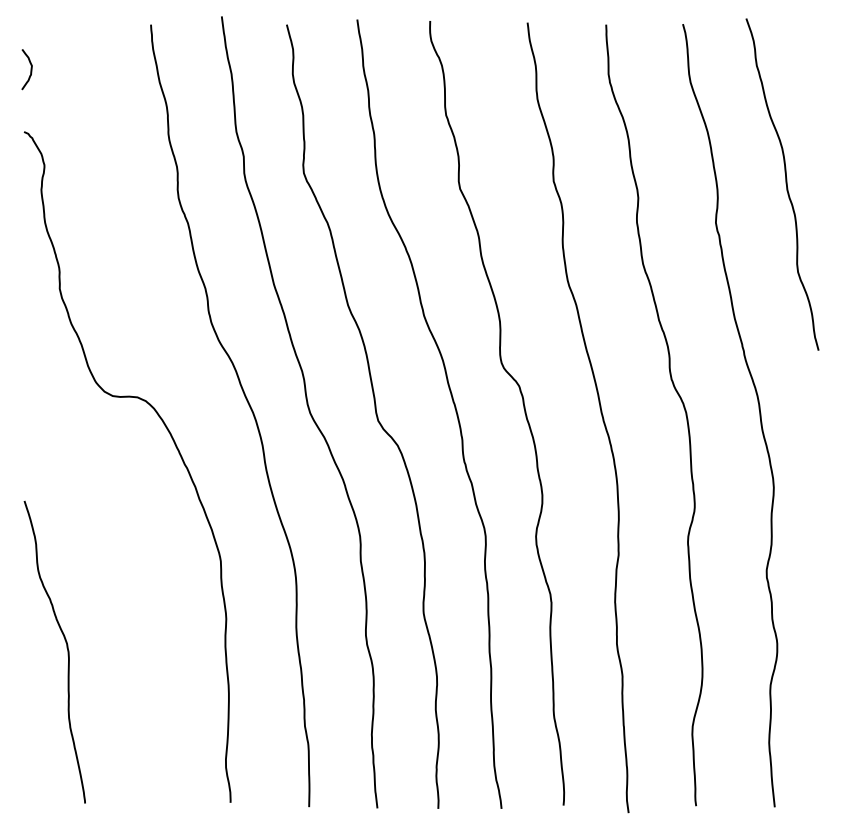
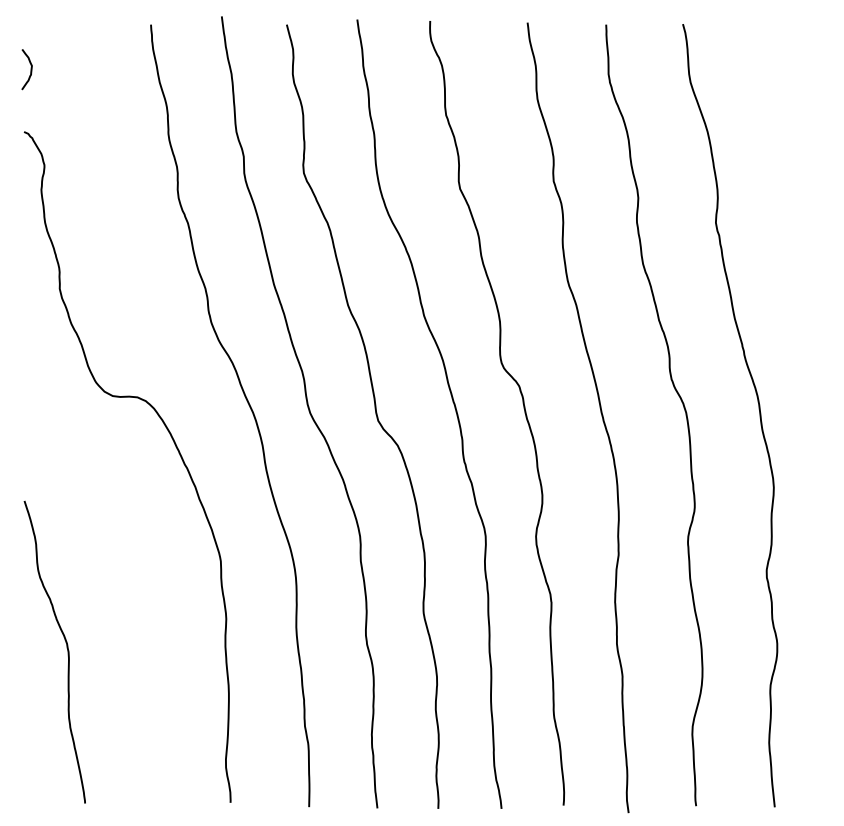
curve at (785, 184): present -> none
